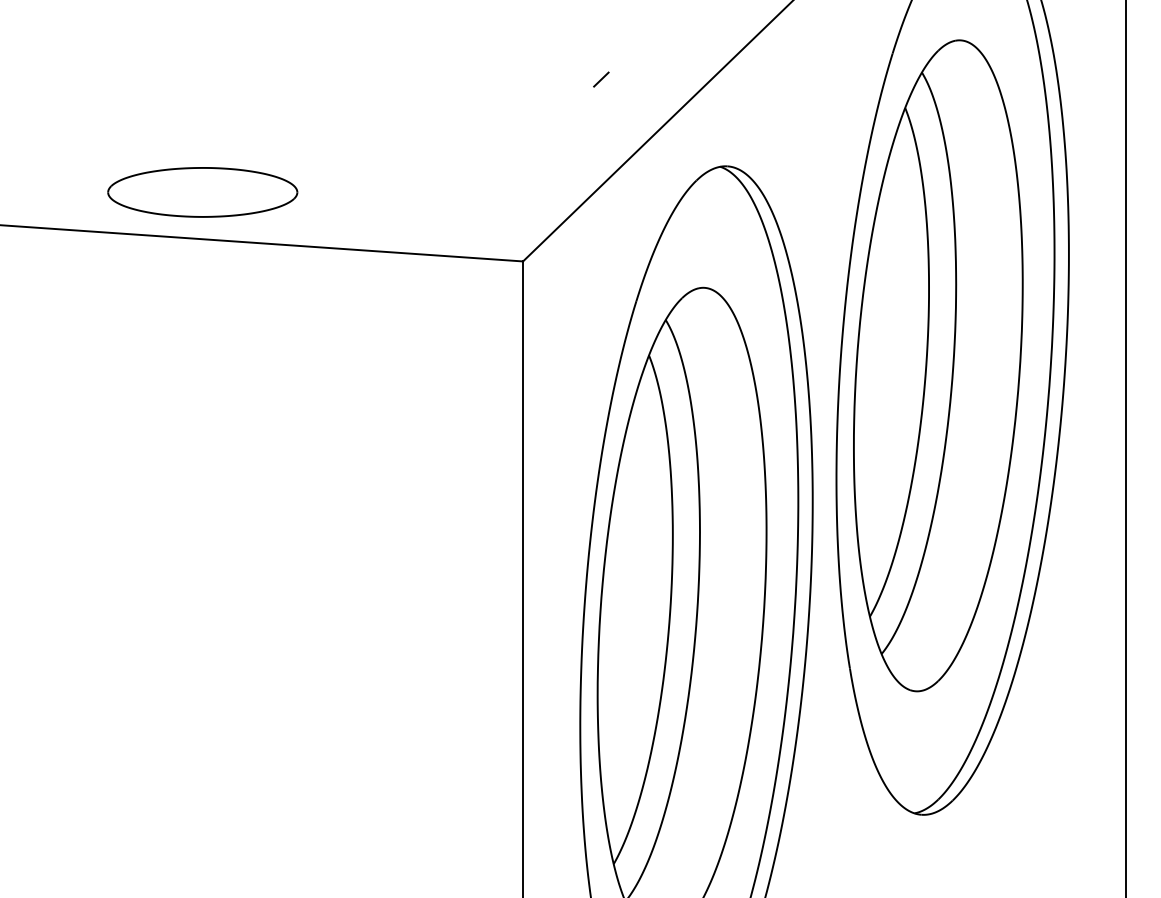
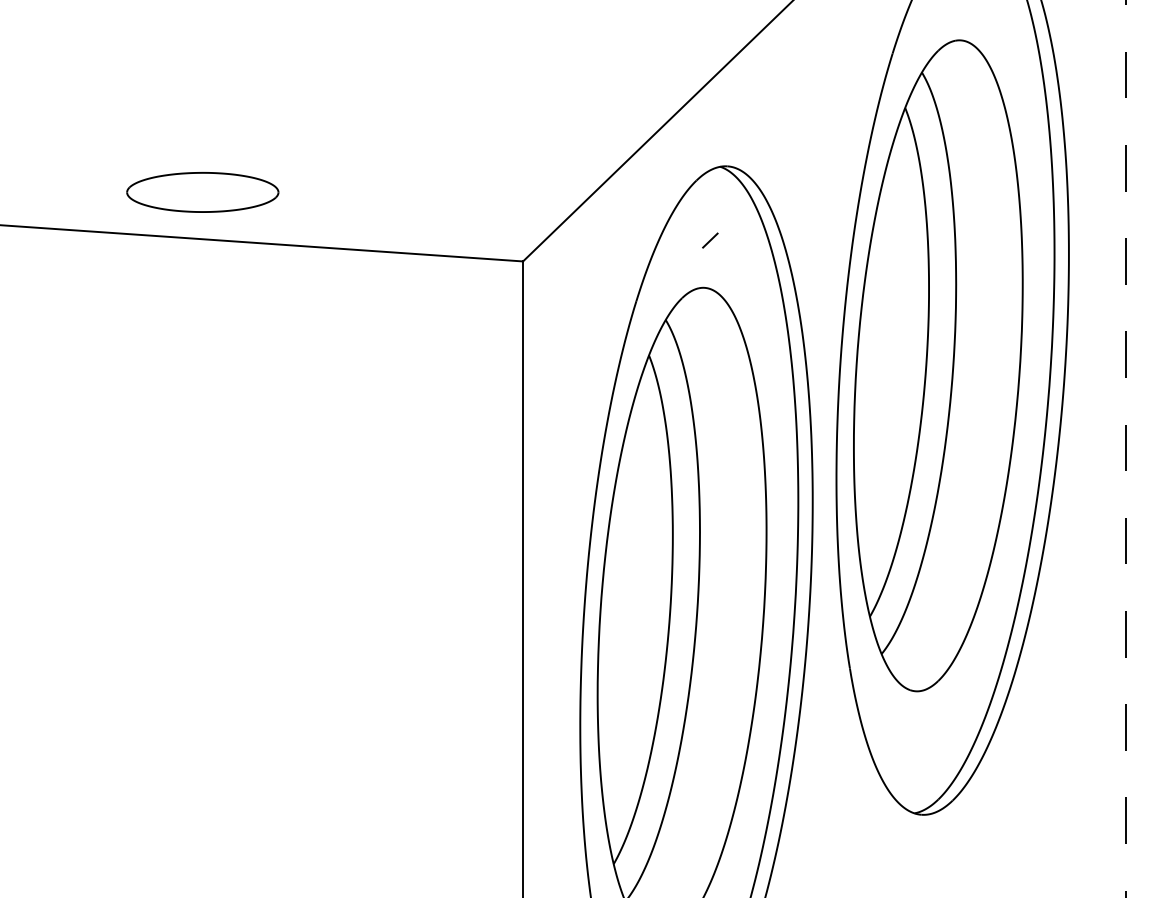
line at (601, 79) position: (601, 79) -> (710, 240)
part at (202, 192) size: 192x51 px -> 154x41 px
line at (1126, 449): solid -> dashed
